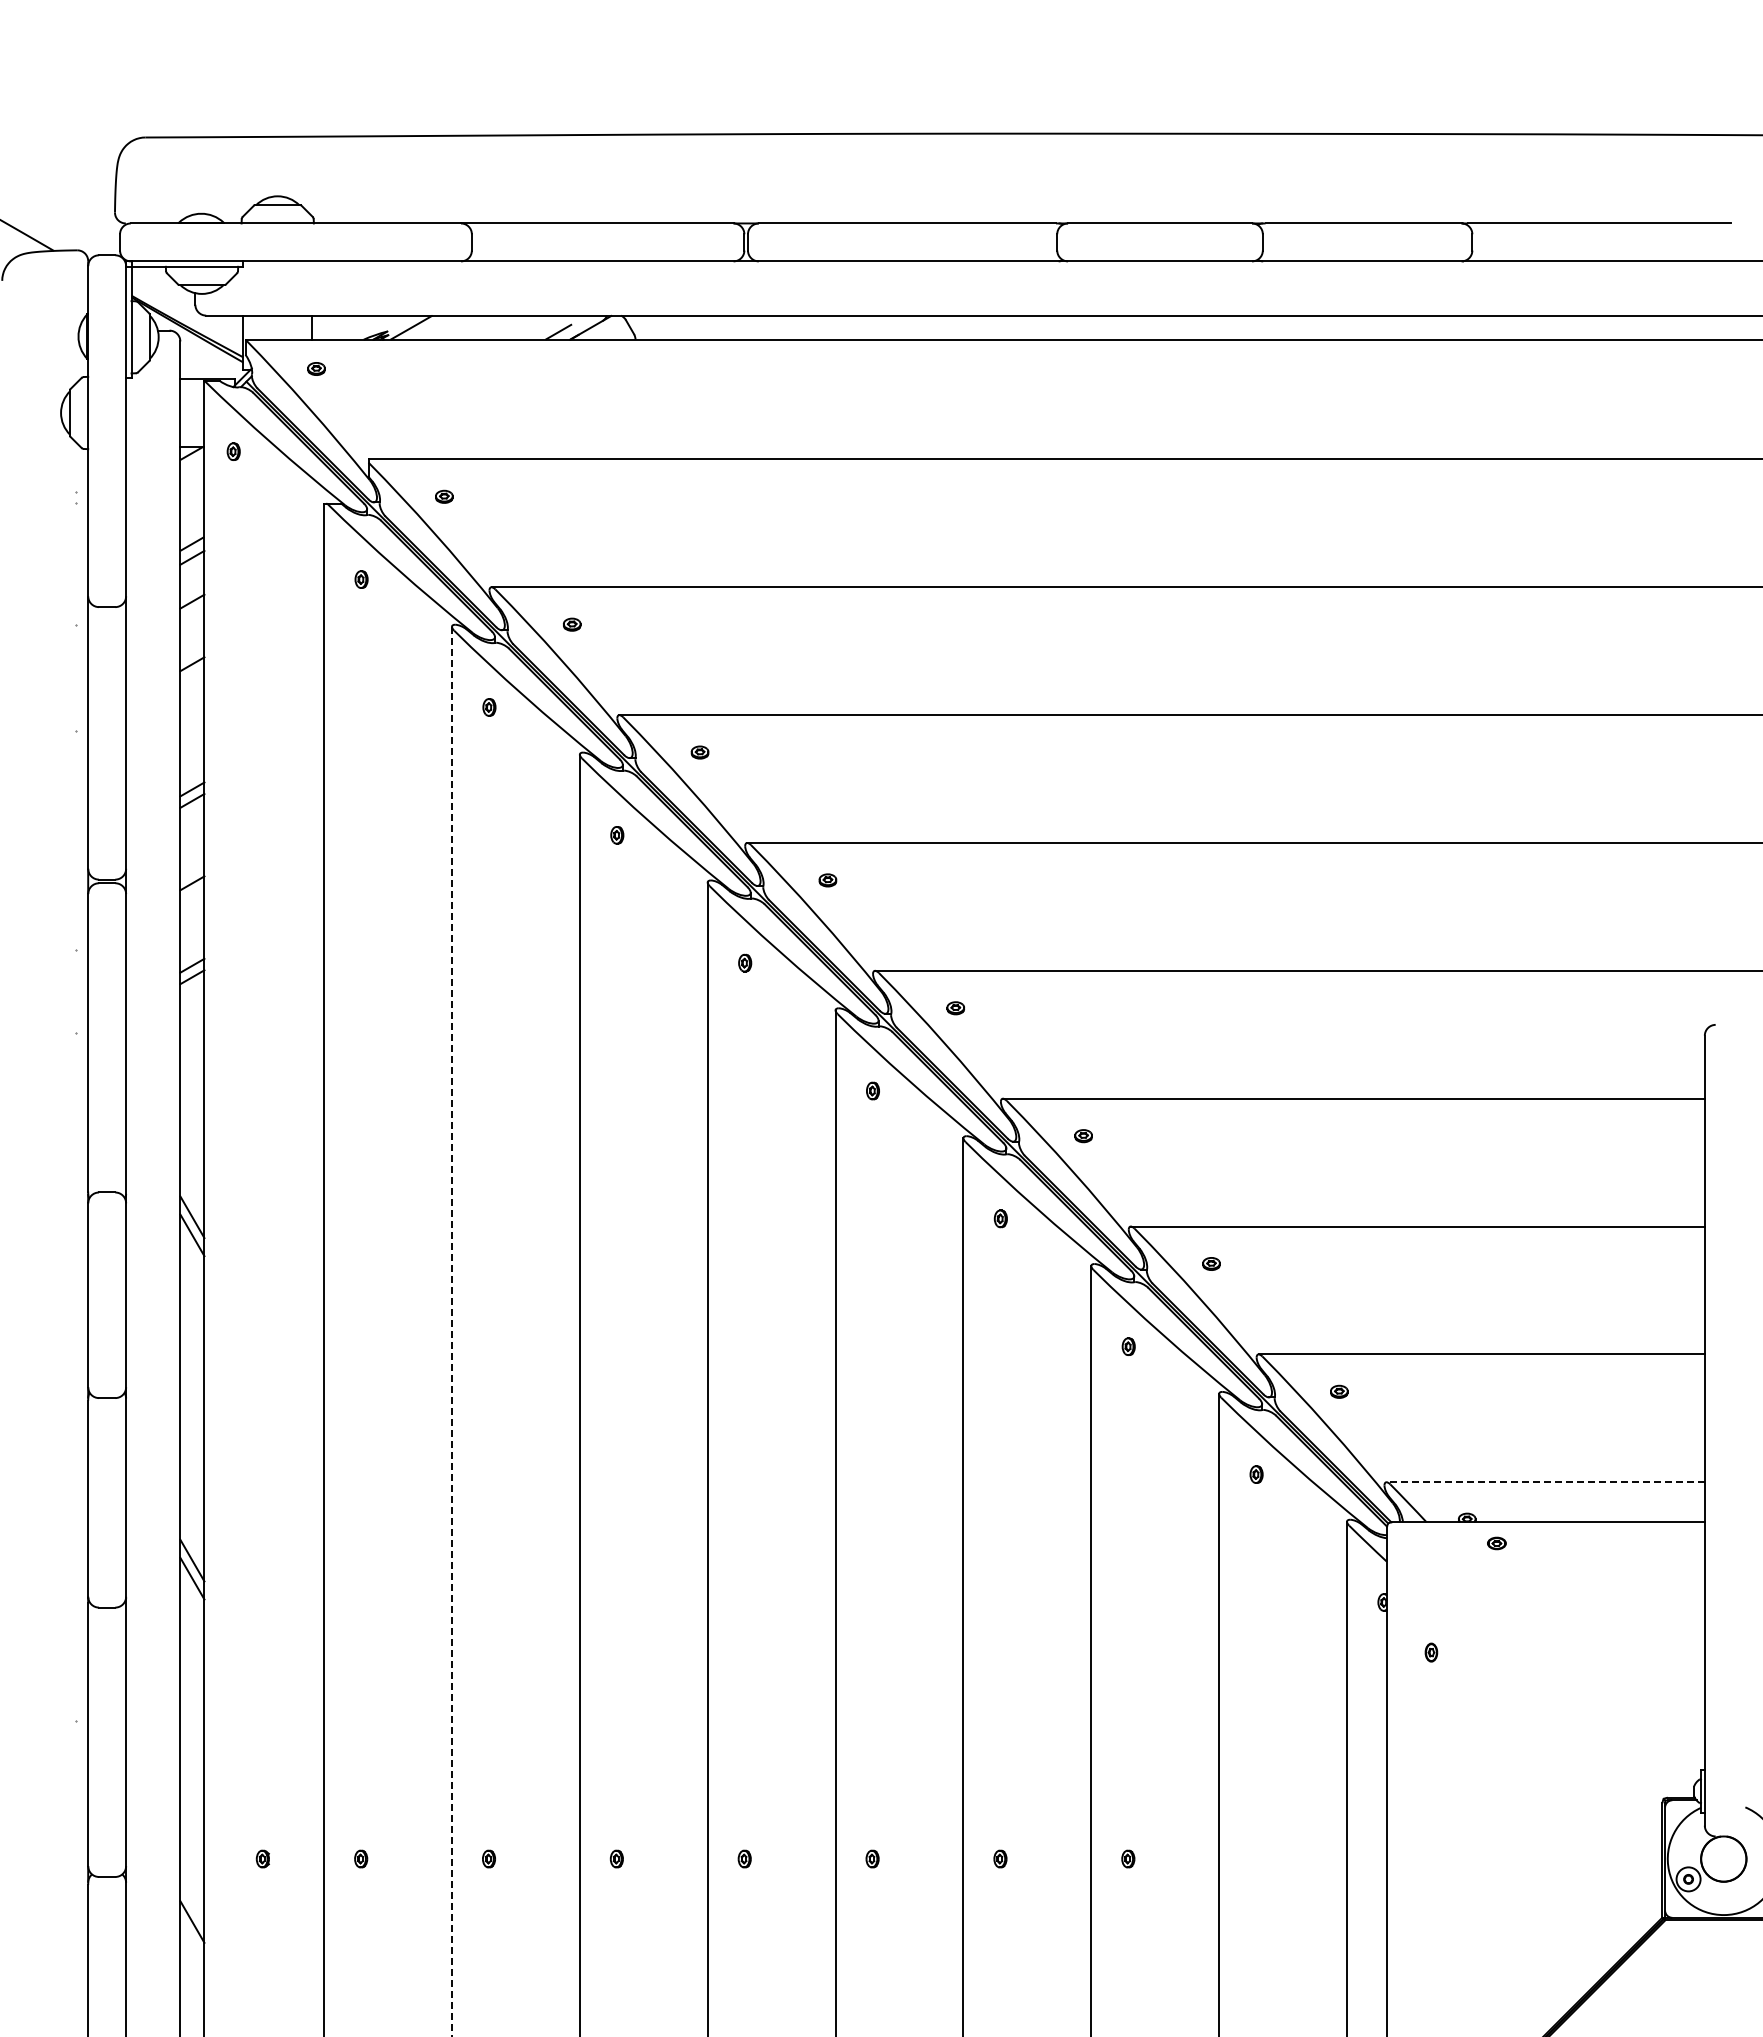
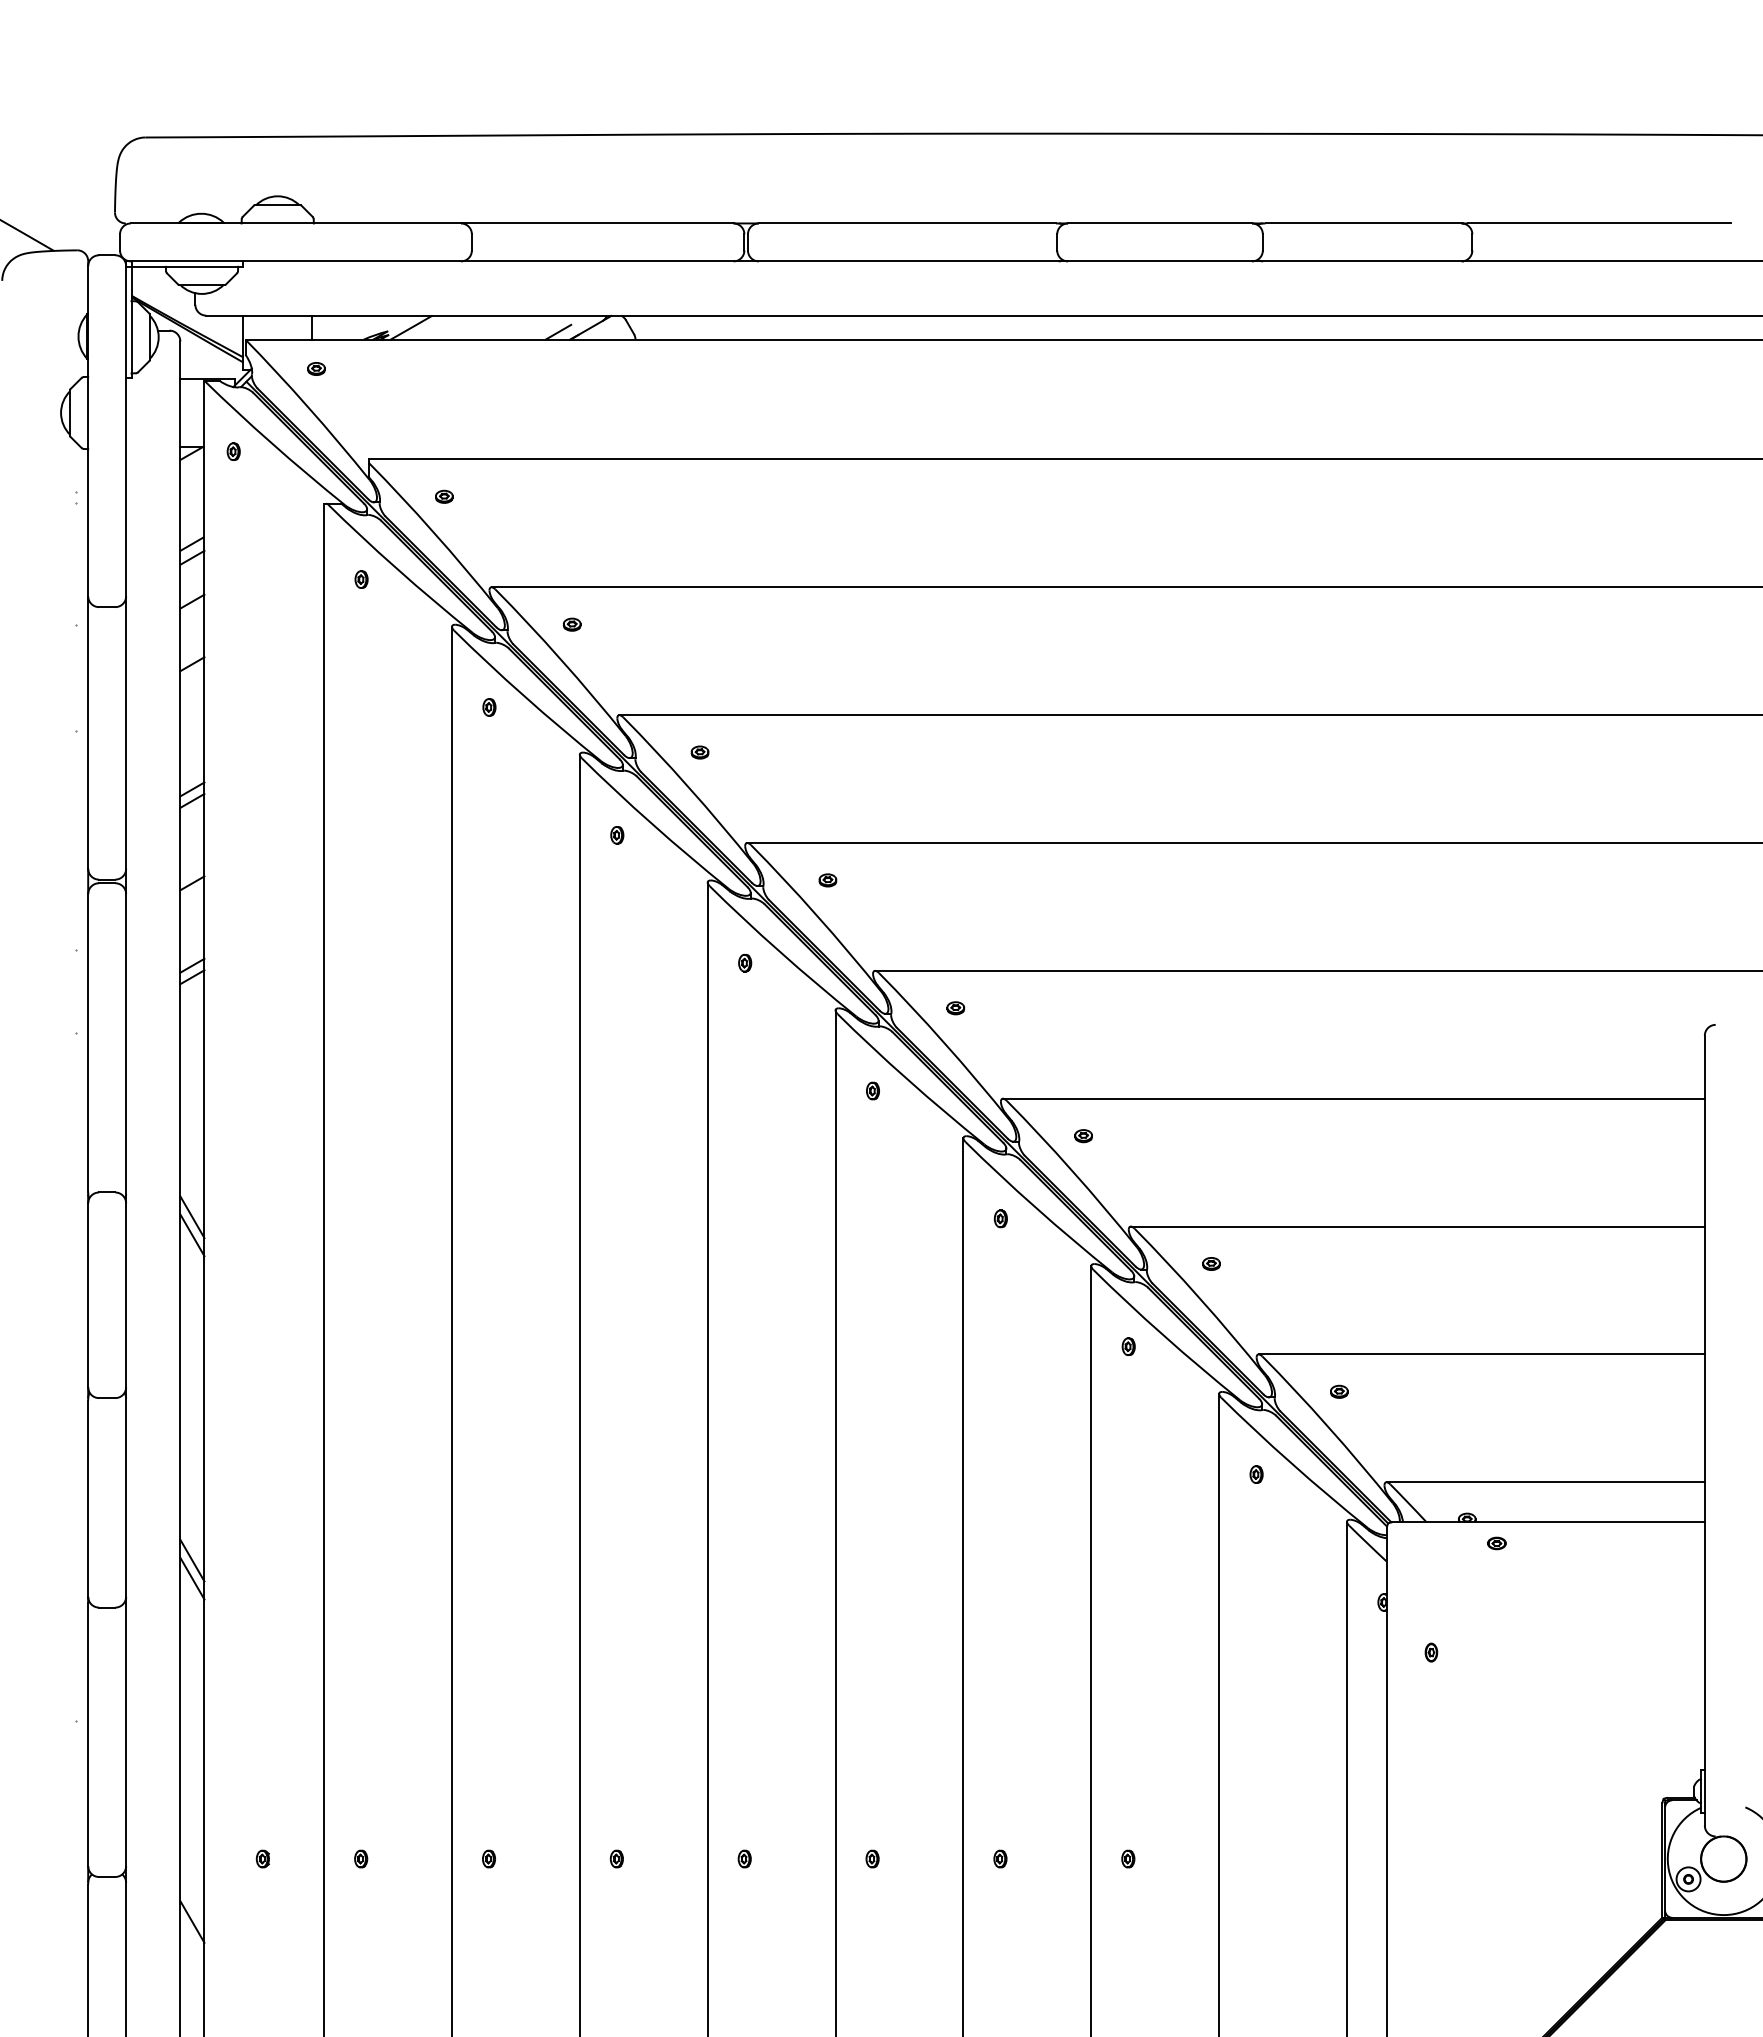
line at (451, 1331): dashed -> solid
line at (1545, 1482): dashed -> solid
